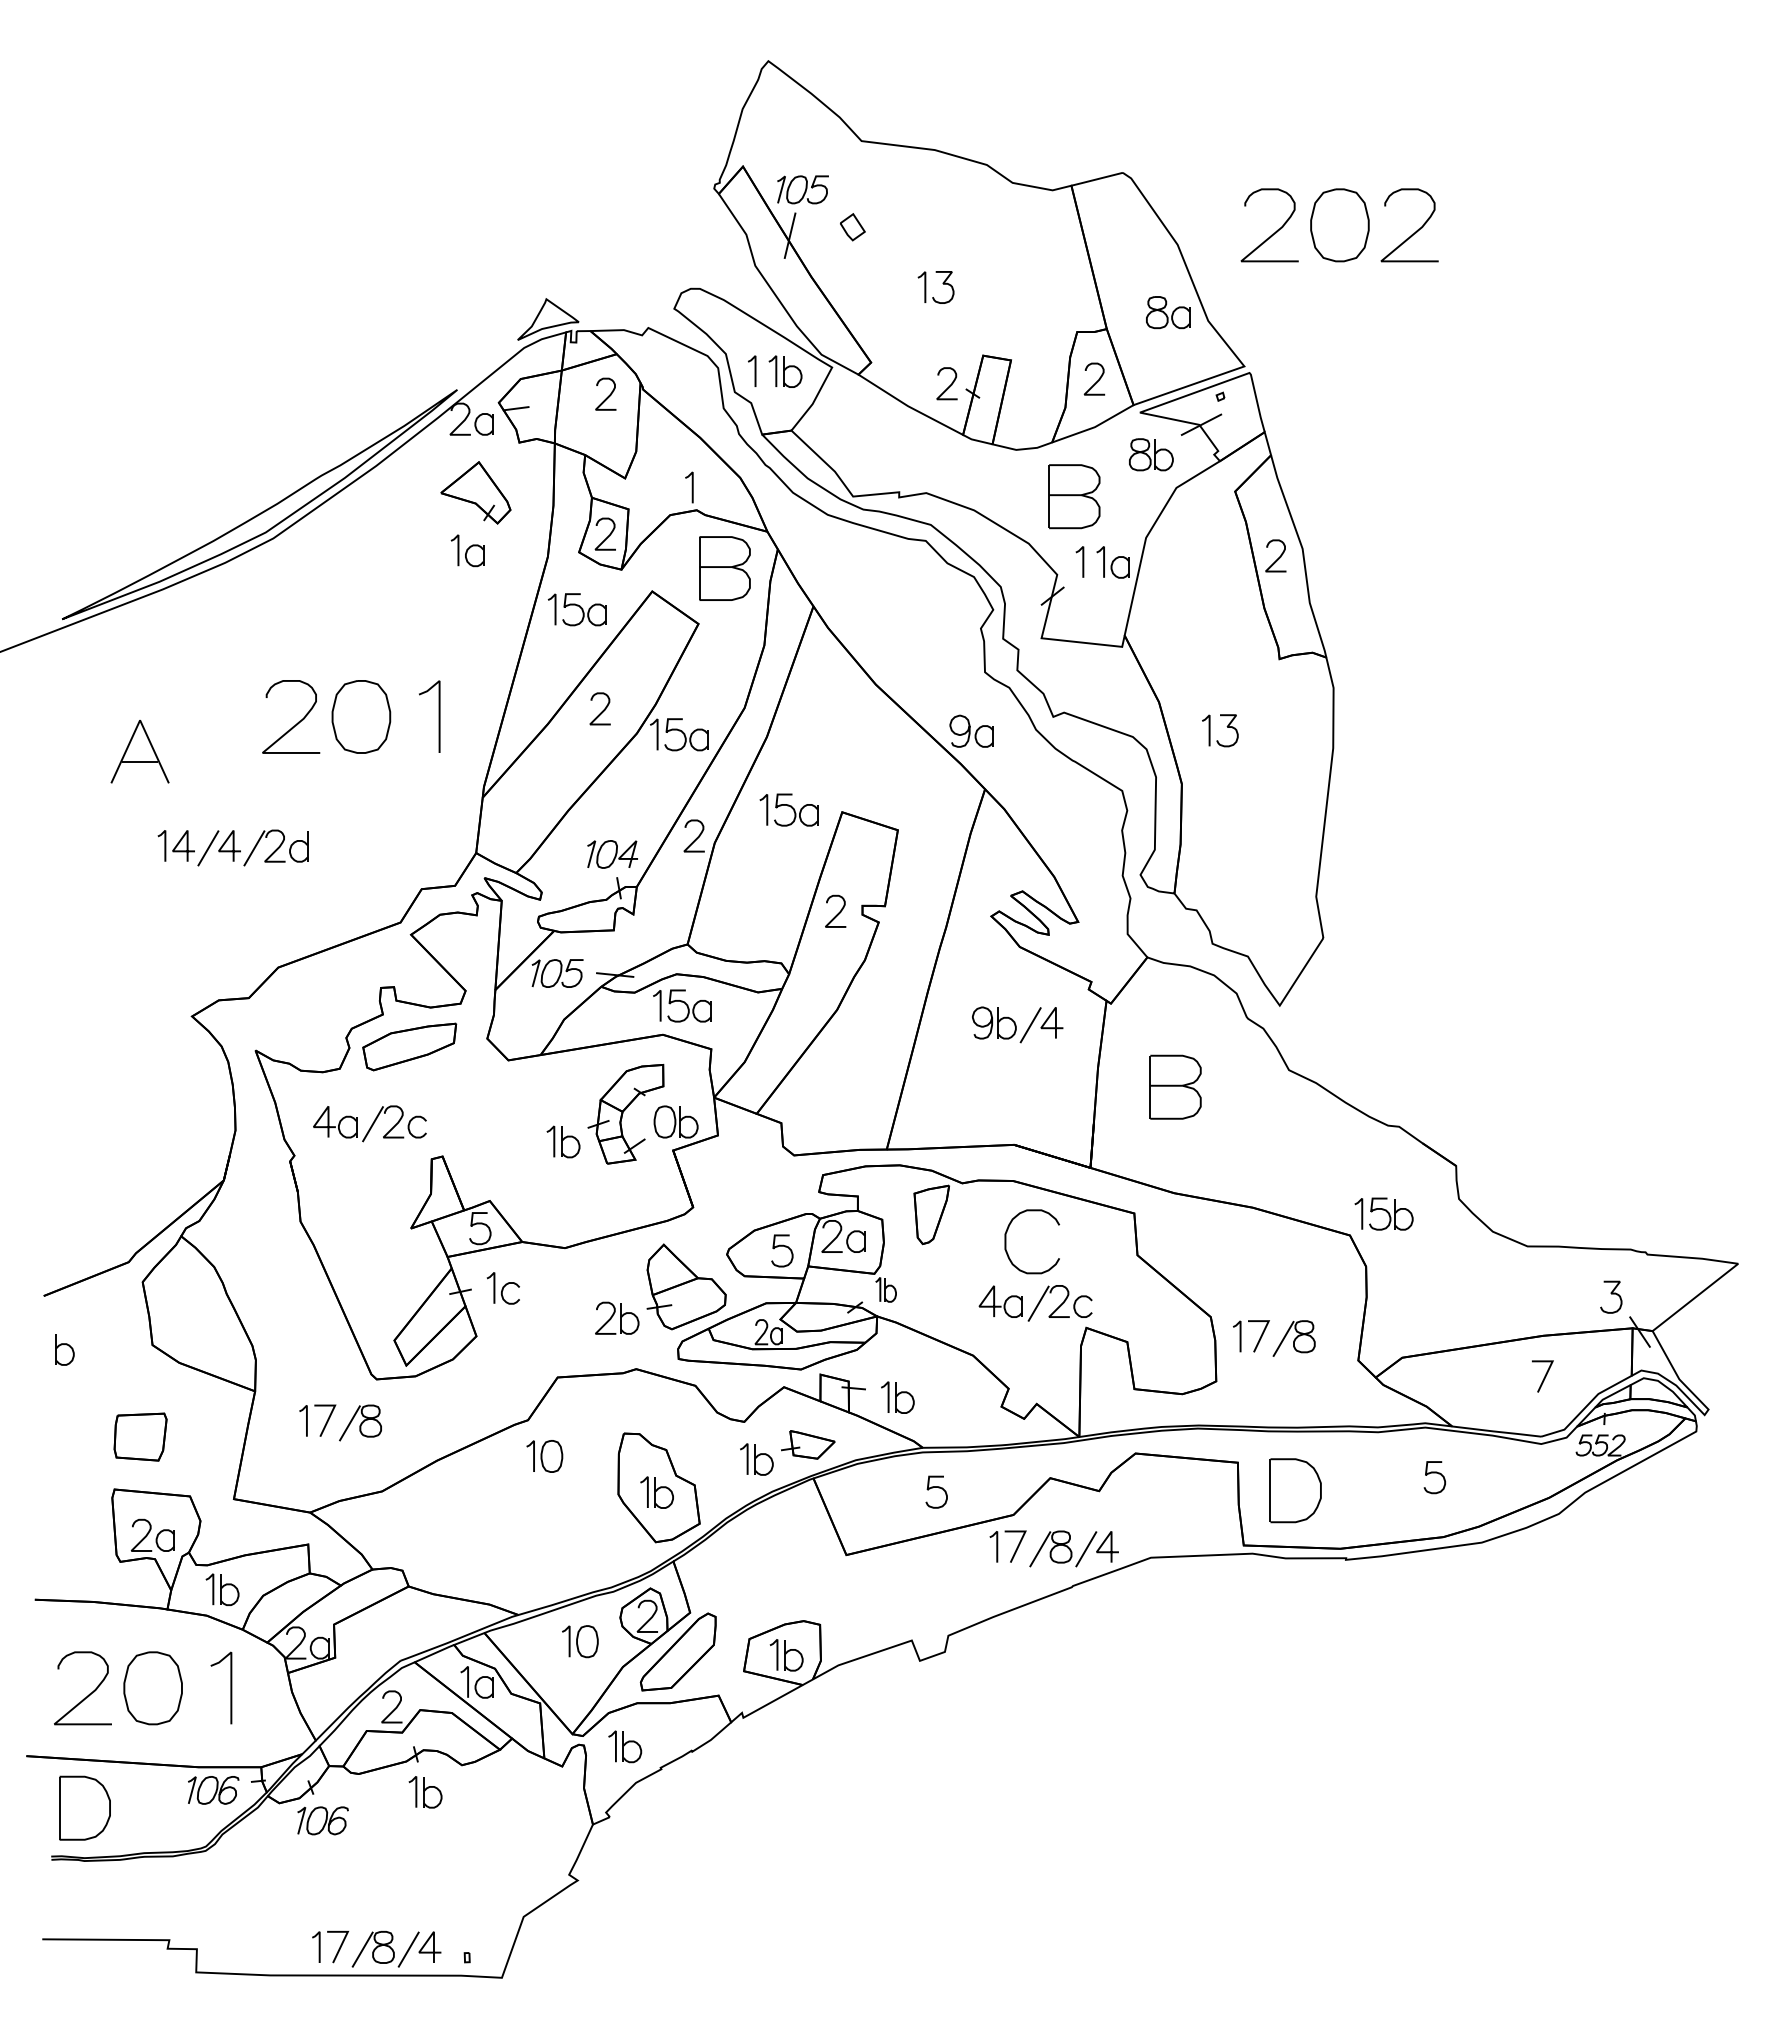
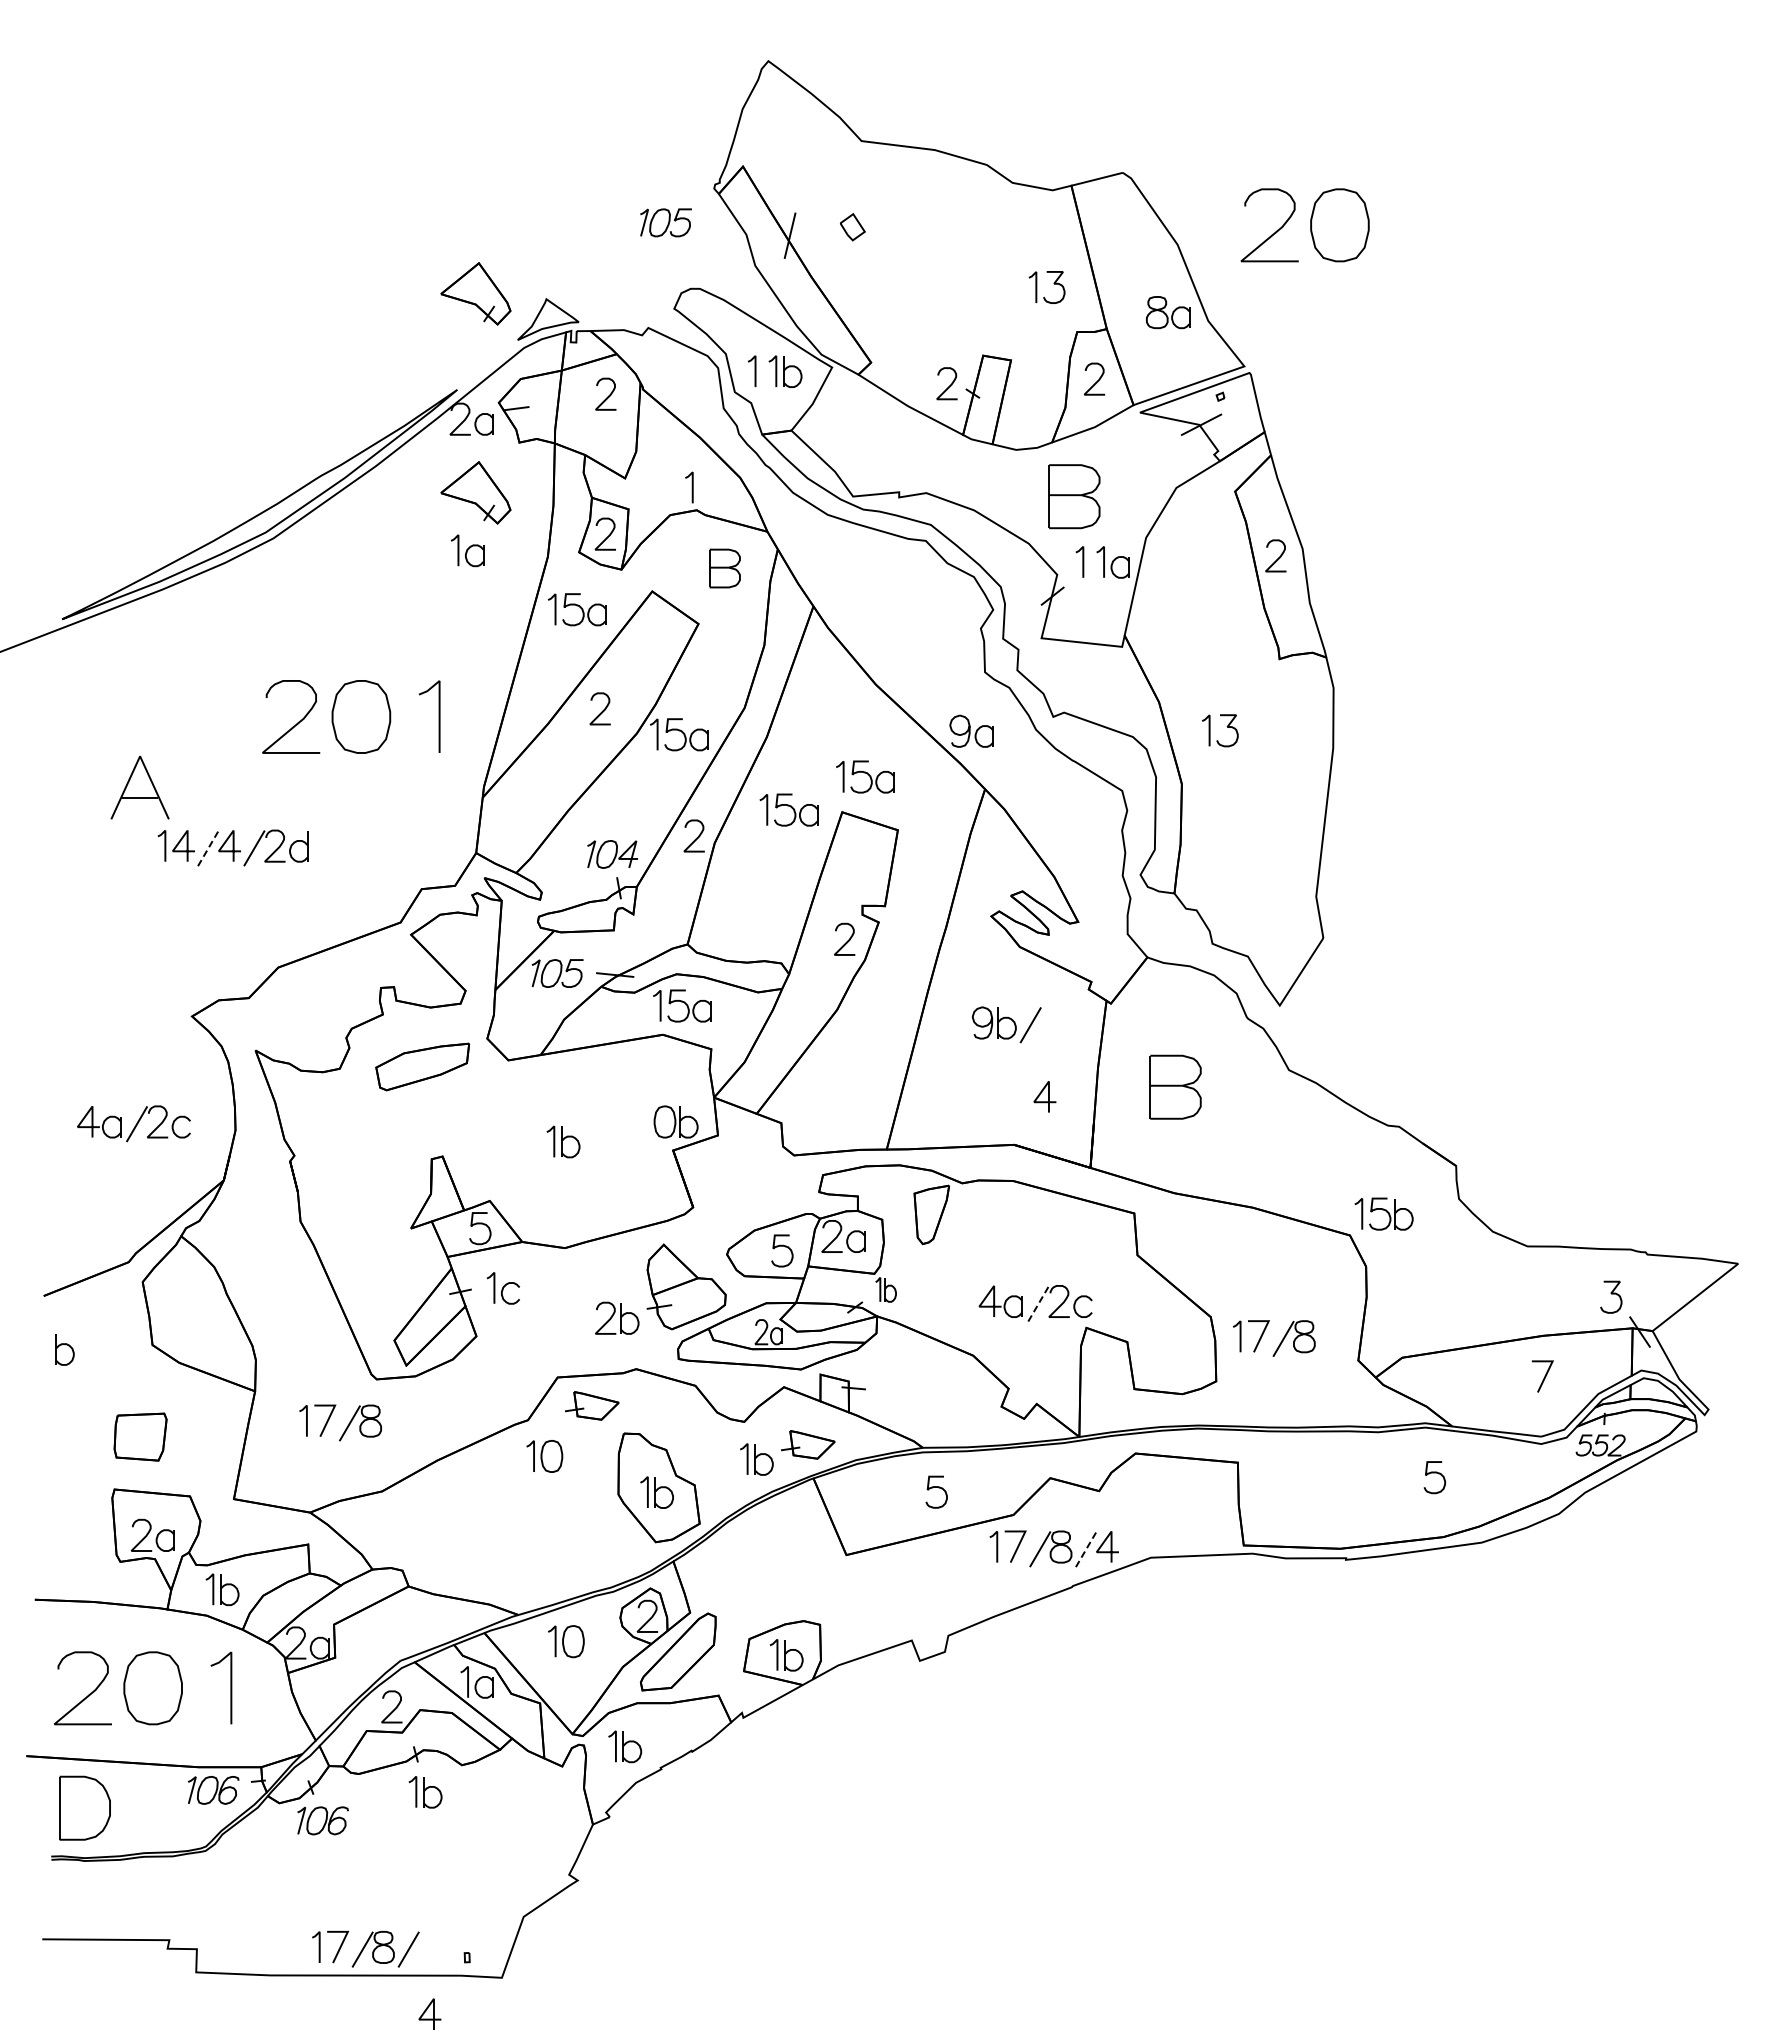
part at (802, 189) position: (802, 189) -> (665, 222)
curve at (1415, 231): present -> none
part at (942, 283) position: (942, 283) -> (1053, 283)
part at (475, 293): none -> present
part at (1151, 454): present -> none
part at (724, 568) size: 52x65 px -> 32x41 px
part at (139, 751) position: (139, 751) -> (139, 787)
part at (865, 776): none -> present
line at (208, 848): solid -> dashed
curve at (838, 912) position: (838, 912) -> (847, 940)
line at (1055, 1022) position: (1055, 1022) -> (1048, 1096)
part at (409, 1046) position: (409, 1046) -> (422, 1066)
part at (625, 1114): present -> none
part at (369, 1123) position: (369, 1123) -> (133, 1123)
curve at (1006, 1241): present -> none
line at (1038, 1303): solid -> dashed
part at (897, 1397): present -> none
part at (592, 1405): none -> present
part at (1295, 1490): present -> none
line at (1086, 1549): solid -> dashed
part at (580, 1641) position: (580, 1641) -> (566, 1641)
line at (426, 1944) position: (426, 1944) -> (426, 2011)
